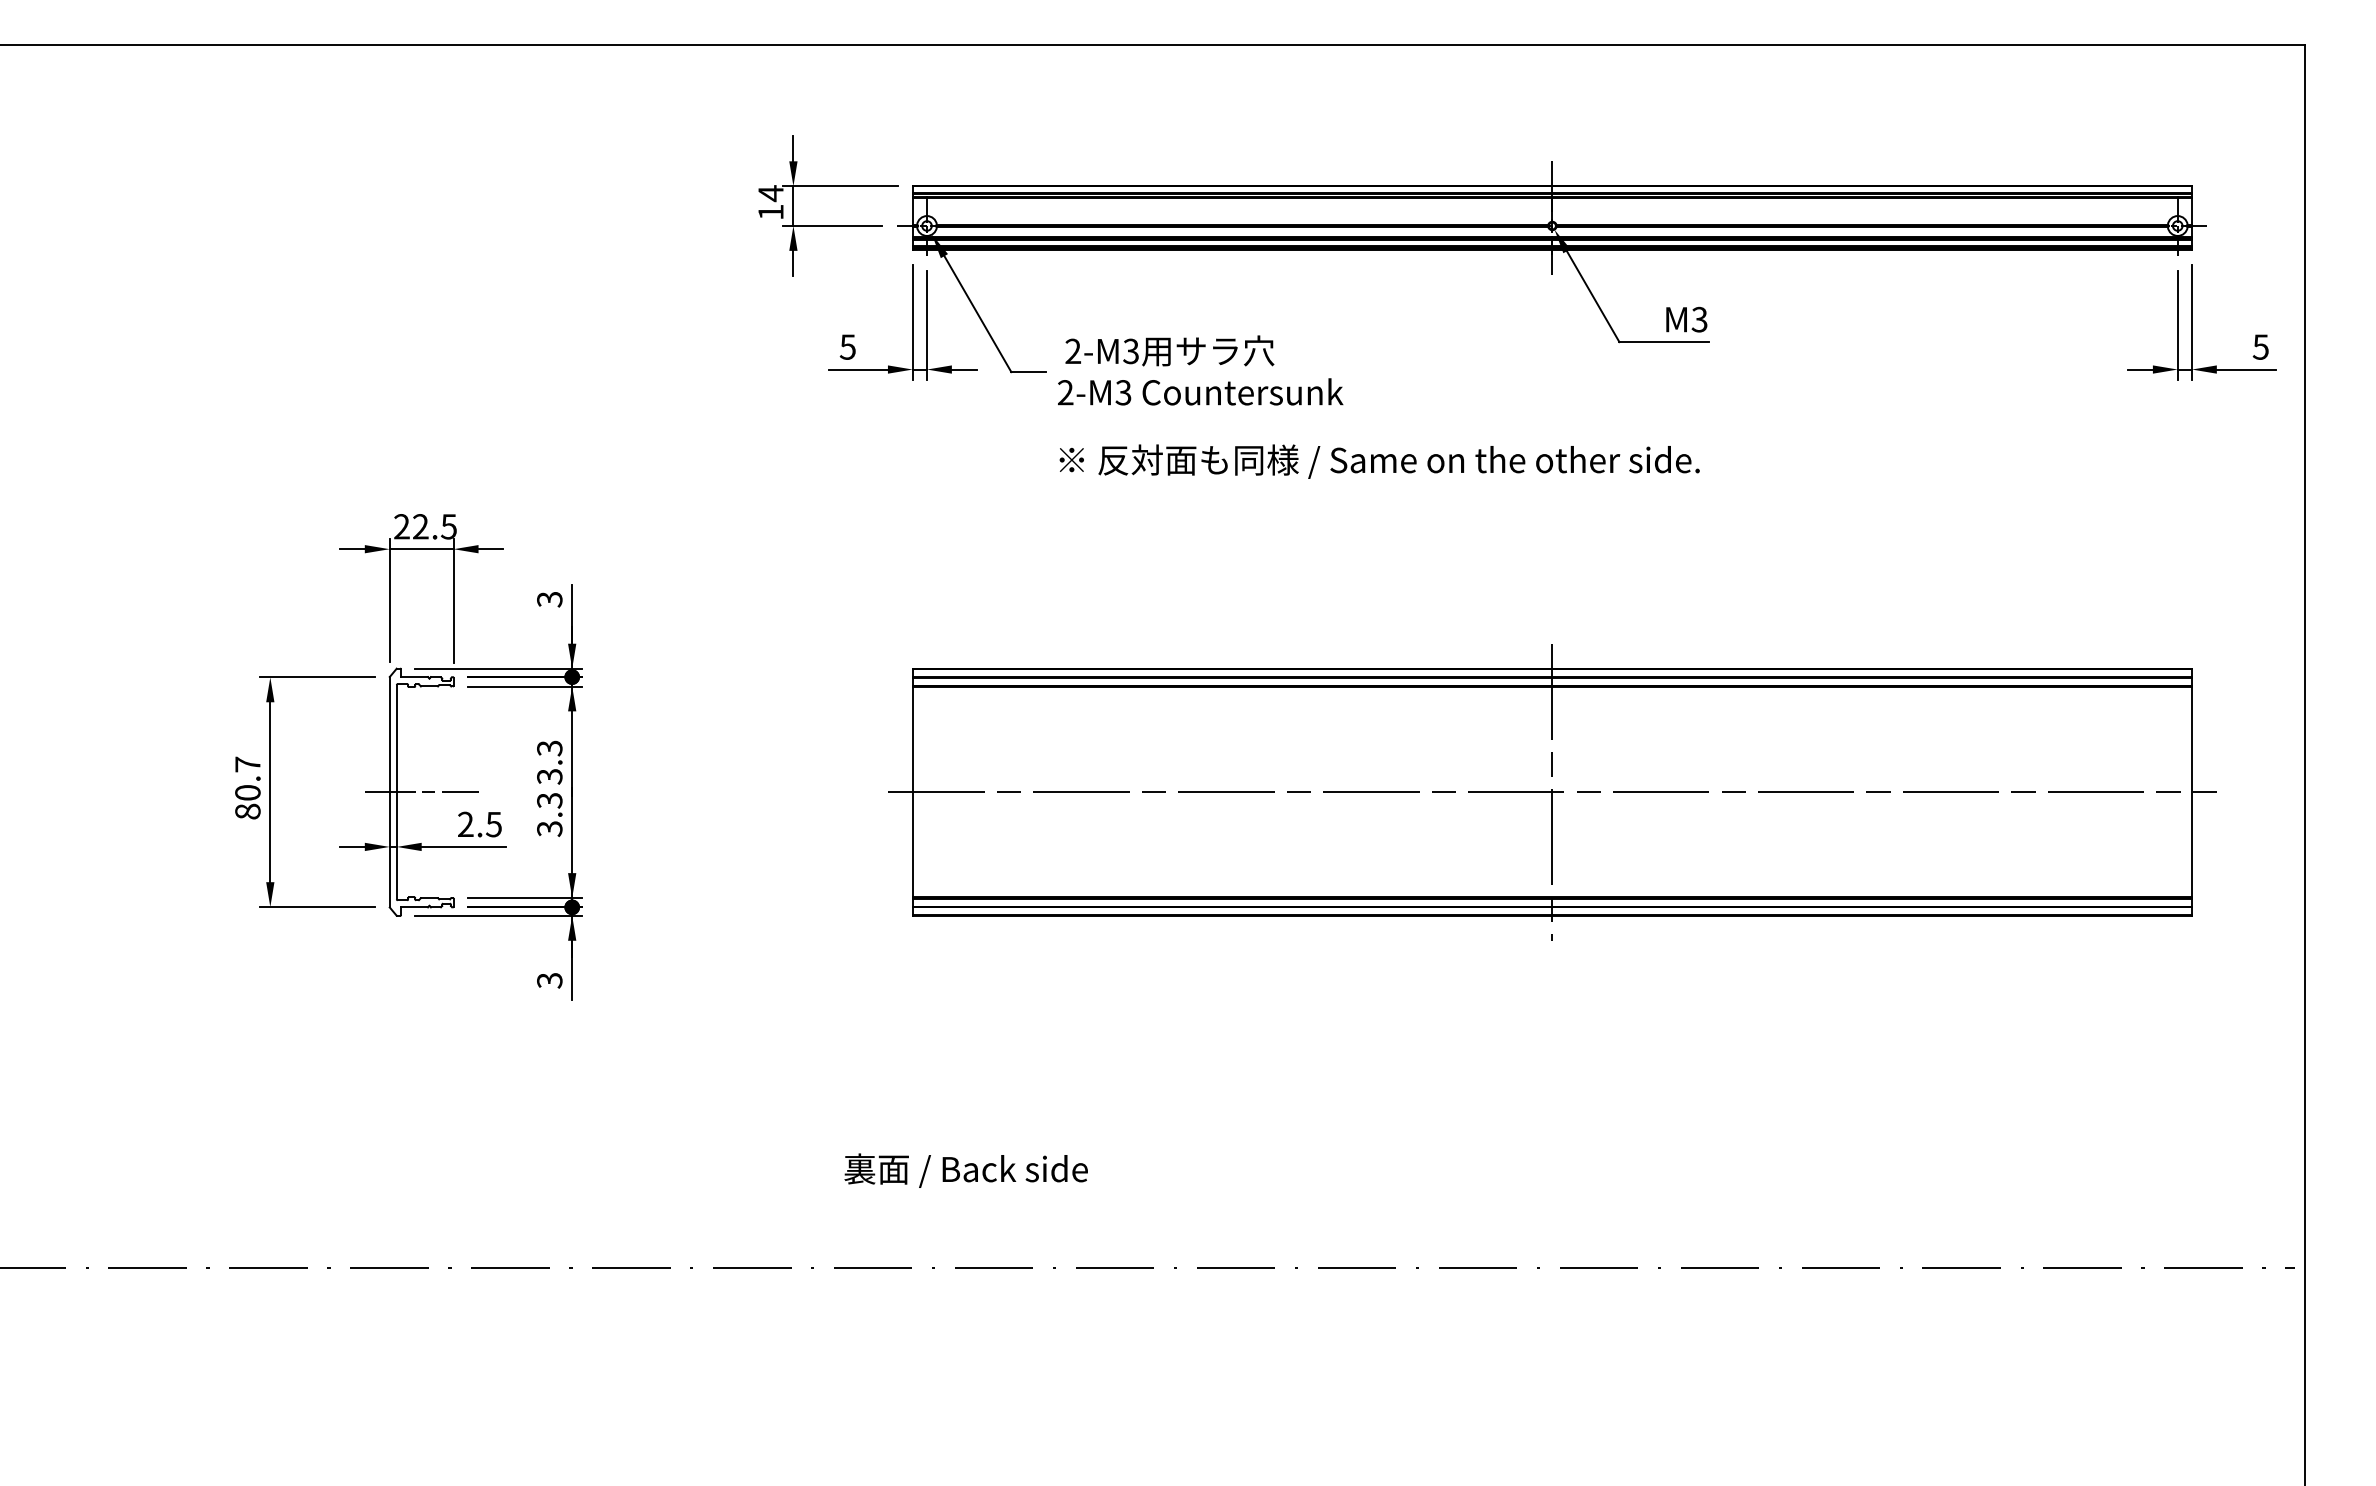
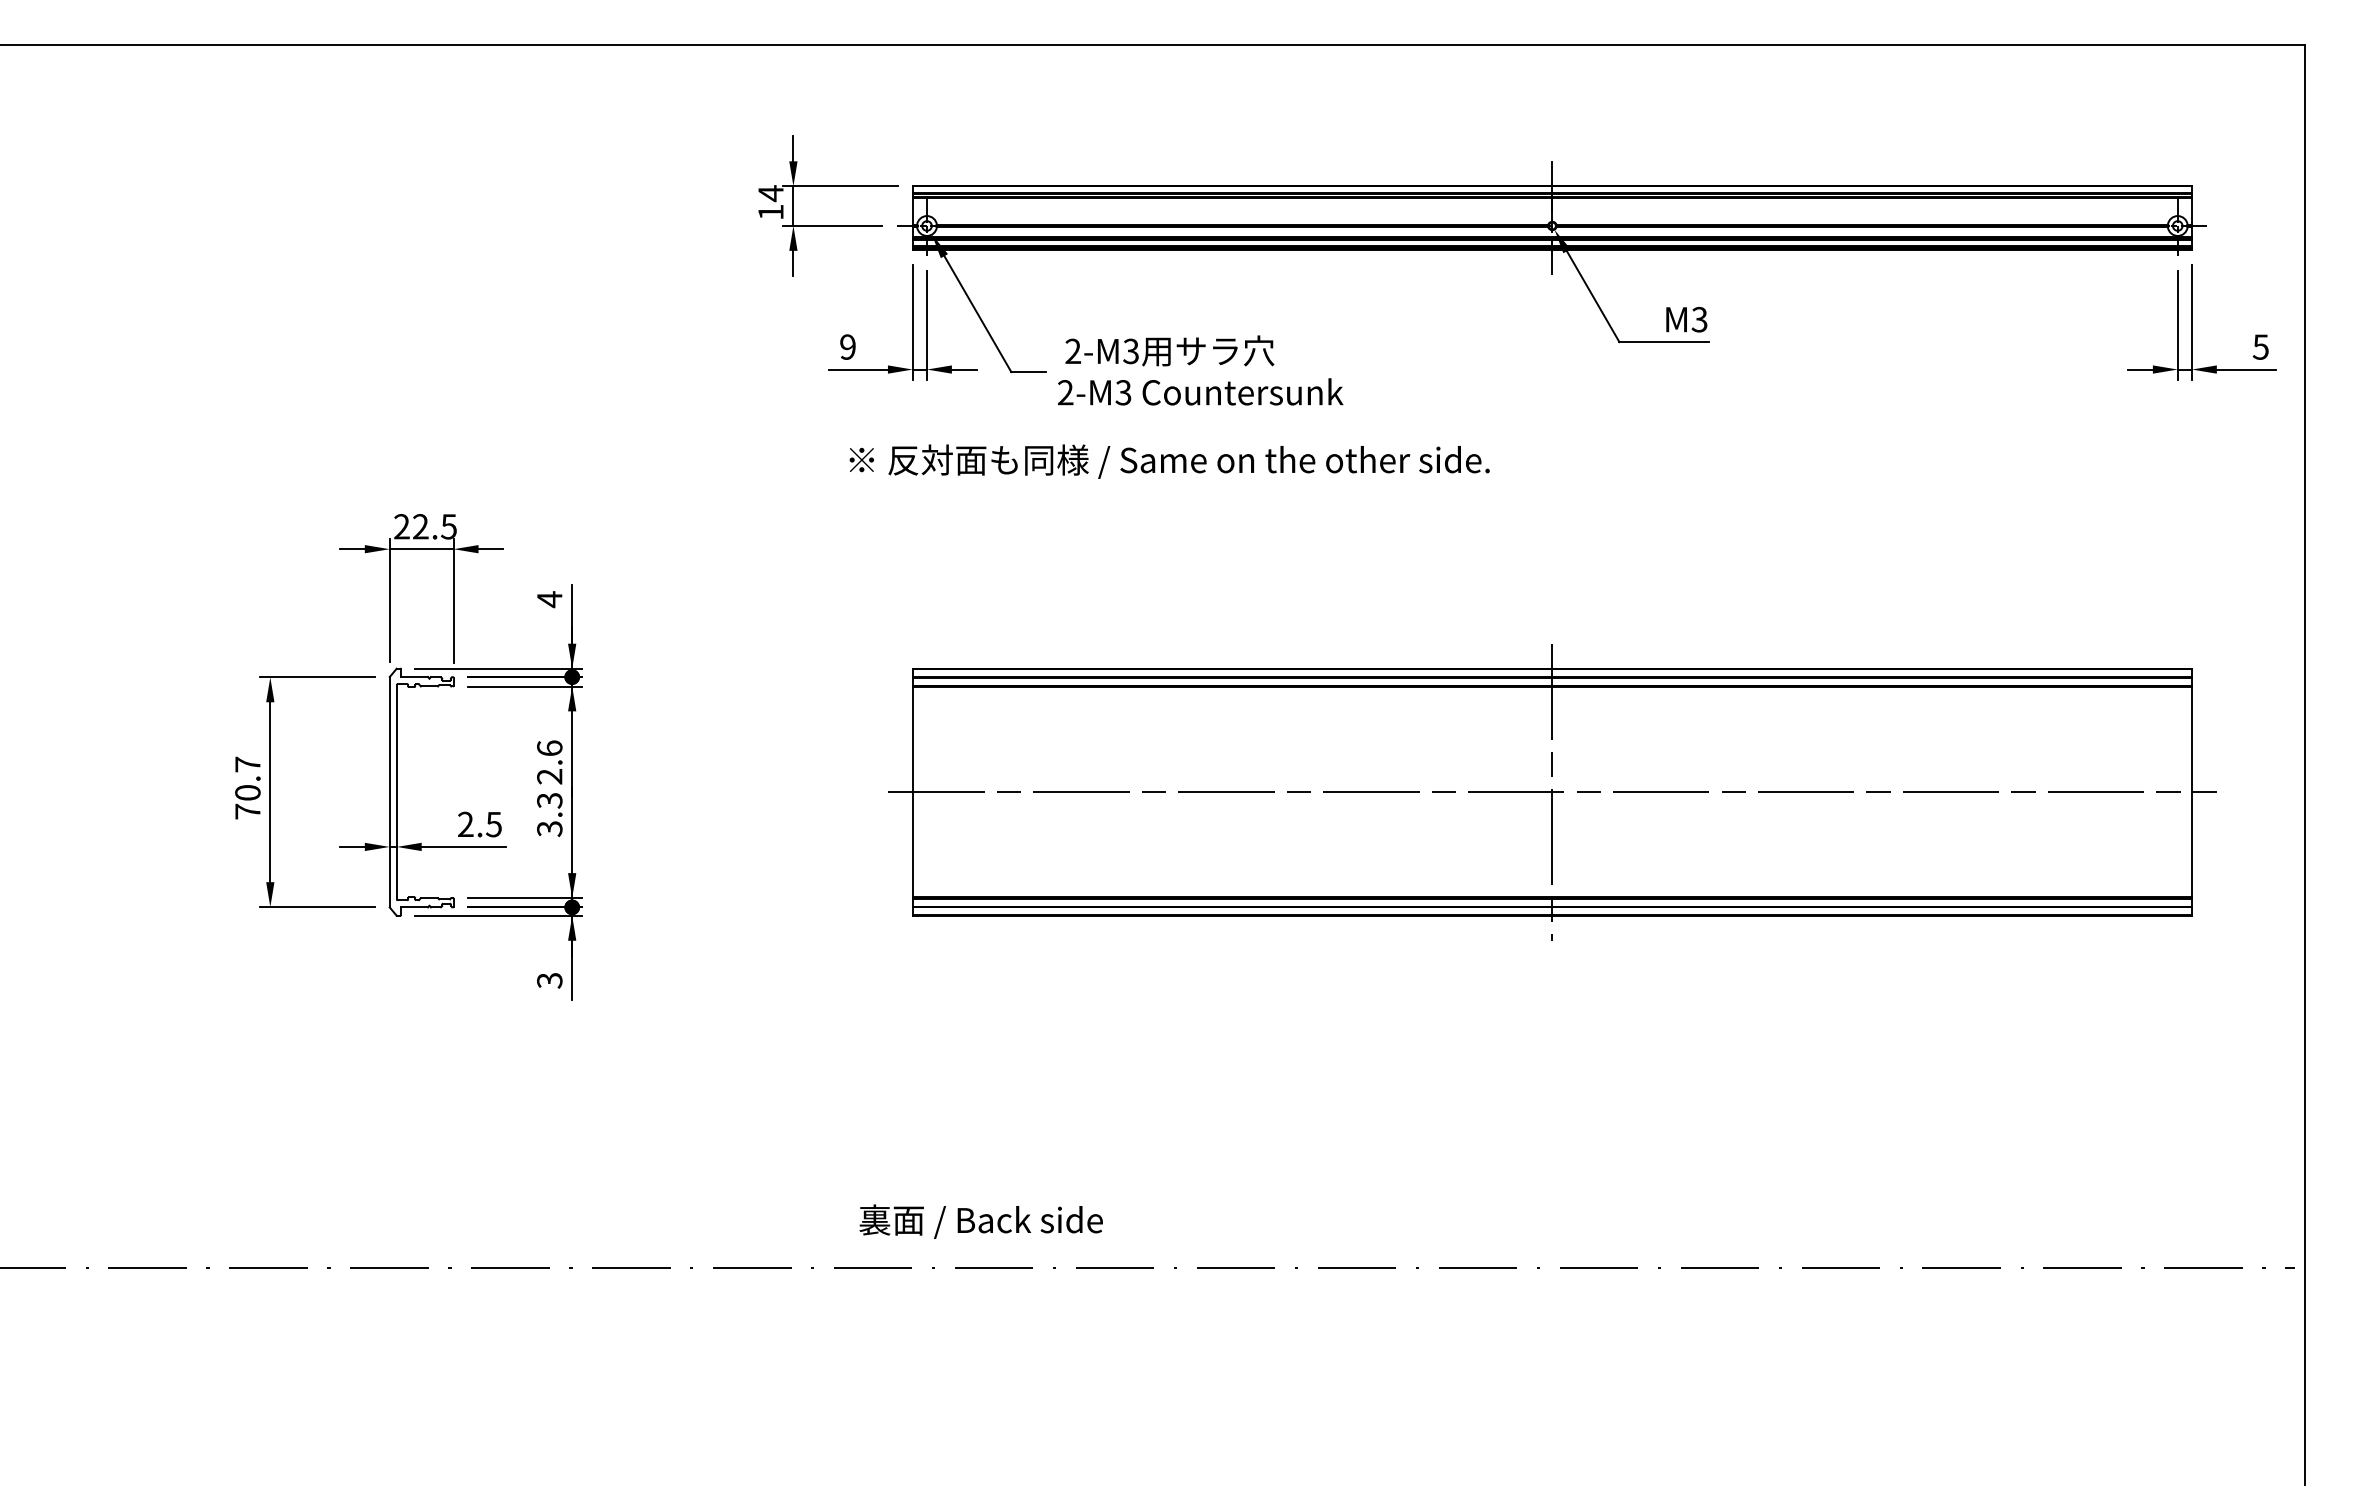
text at (847, 346): 5 -> 9
text at (1379, 461) position: (1379, 461) -> (1169, 461)
text at (549, 599): 3 -> 4
text at (549, 762): 3.3 -> 2.6
line at (421, 792): present -> none
text at (247, 811): 80.7 -> 70.7
text at (965, 1170) position: (965, 1170) -> (980, 1221)
